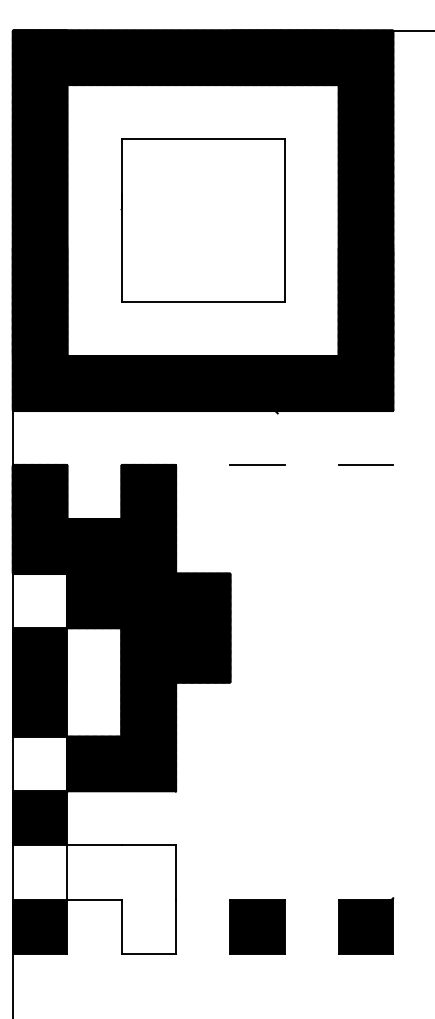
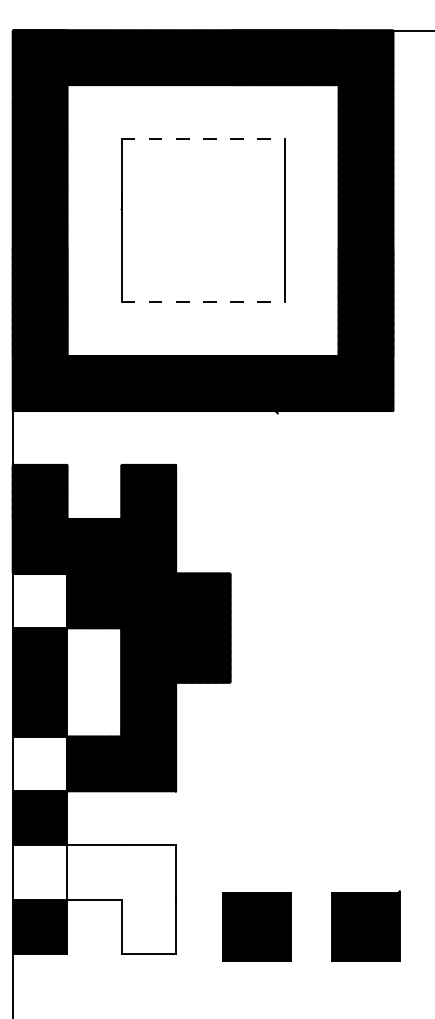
line at (203, 139): solid -> dashed
line at (203, 302): solid -> dashed
line at (257, 465): present -> none
line at (365, 465): present -> none
part at (366, 925) size: 57x58 px -> 70x72 px
part at (257, 926) size: 57x56 px -> 70x70 px
